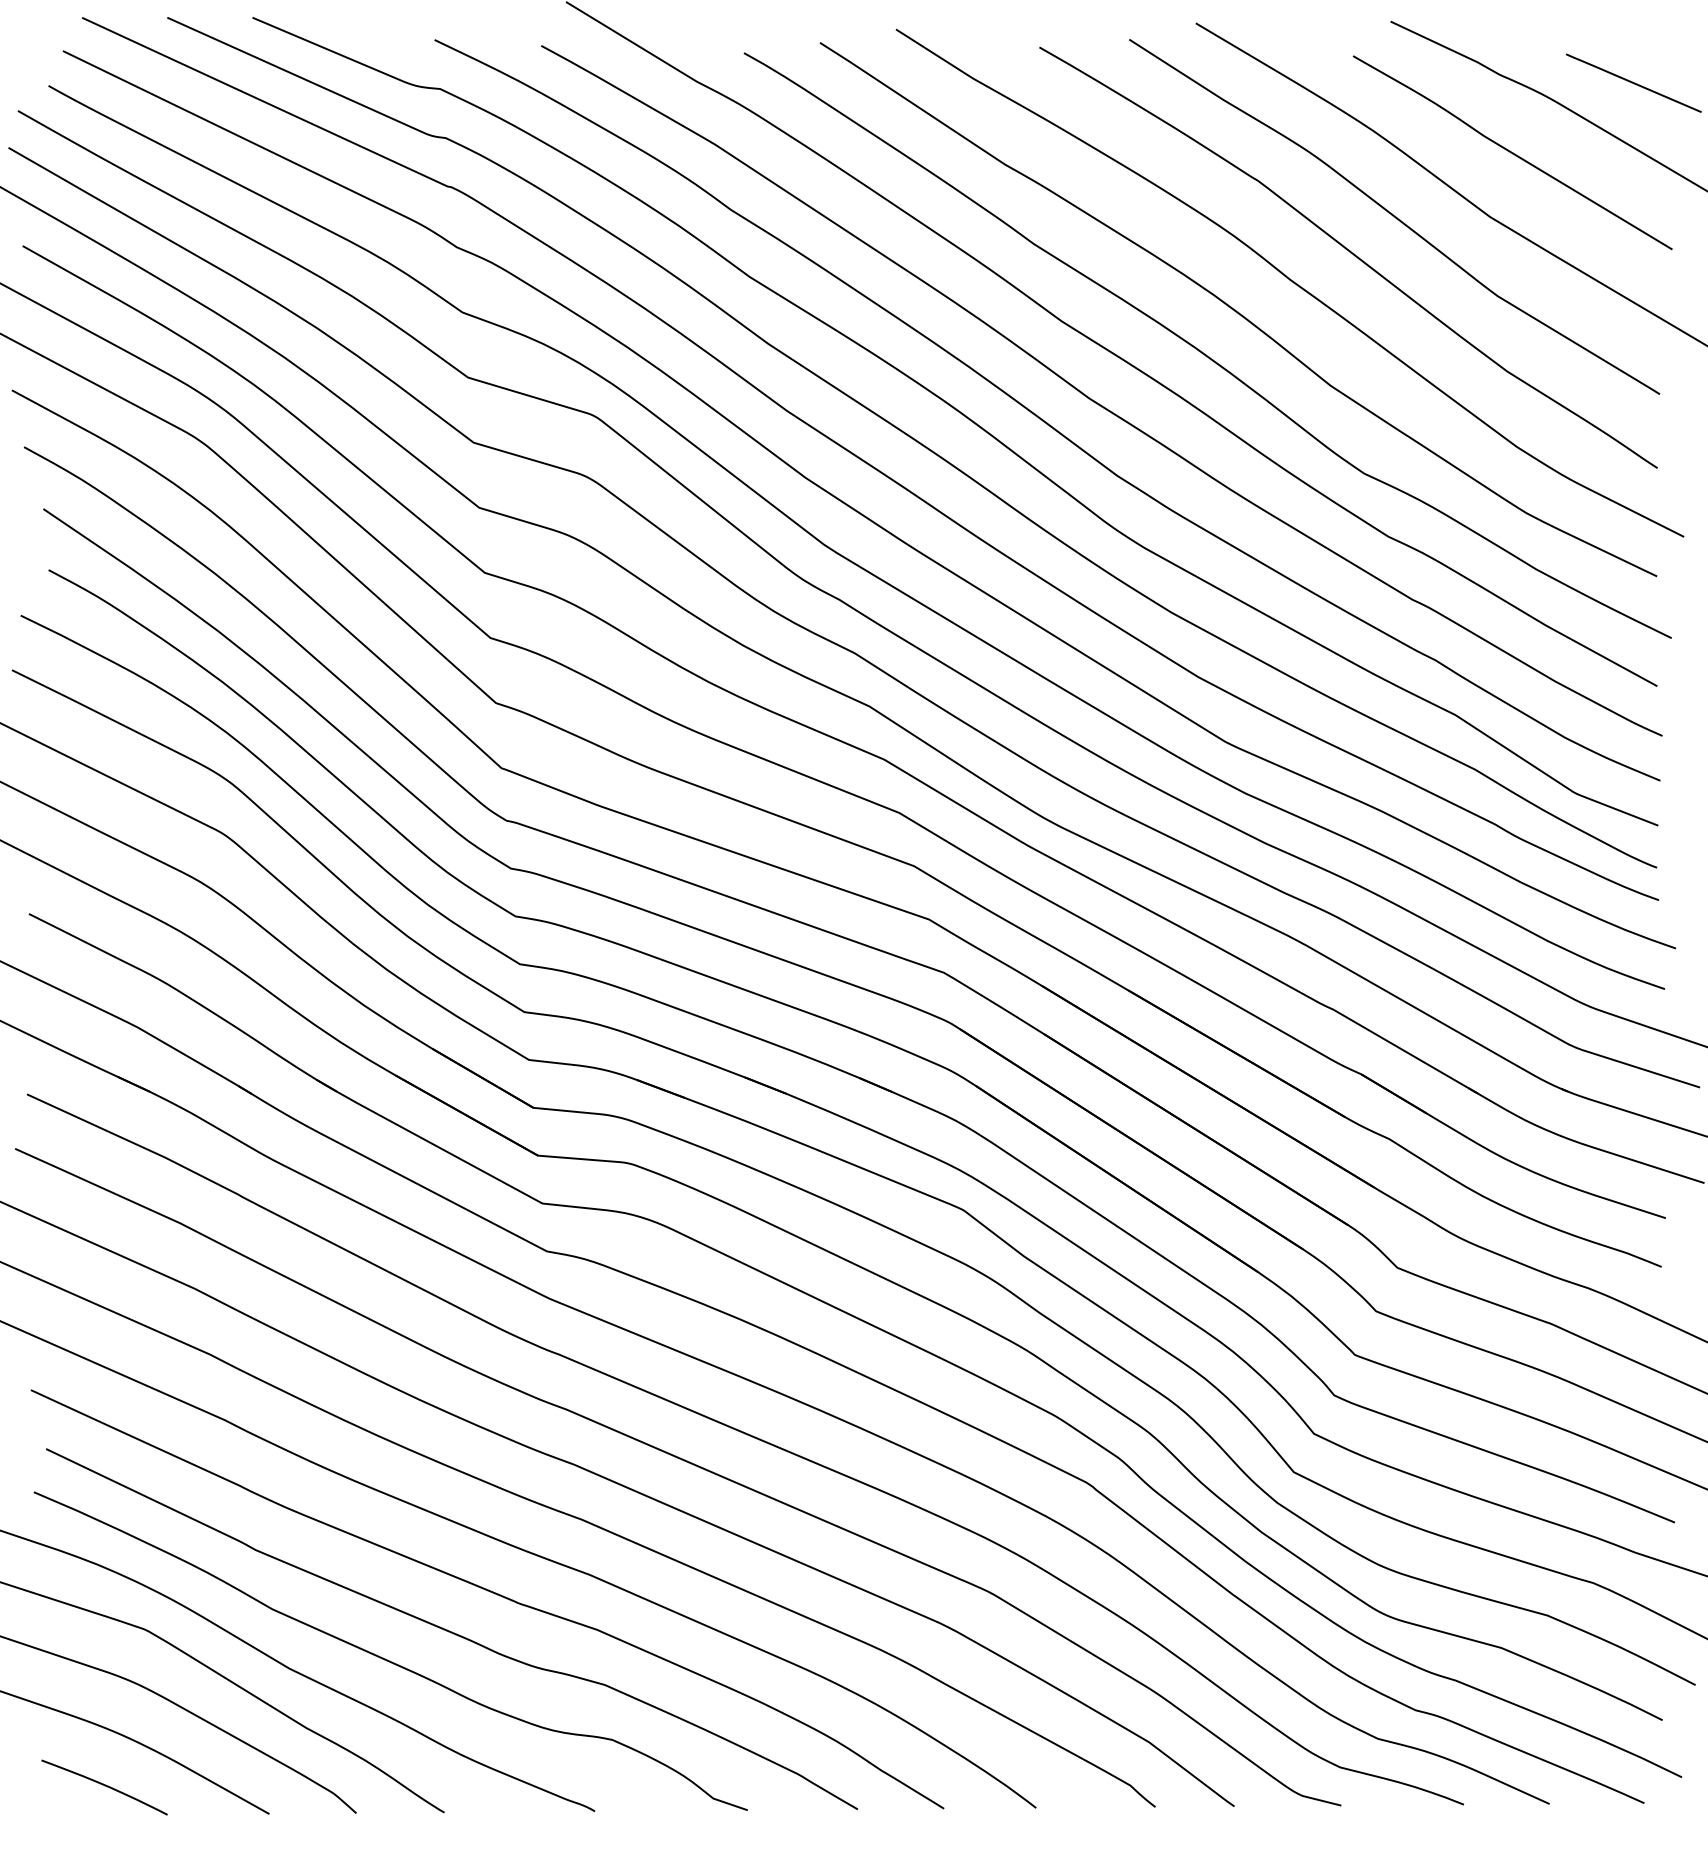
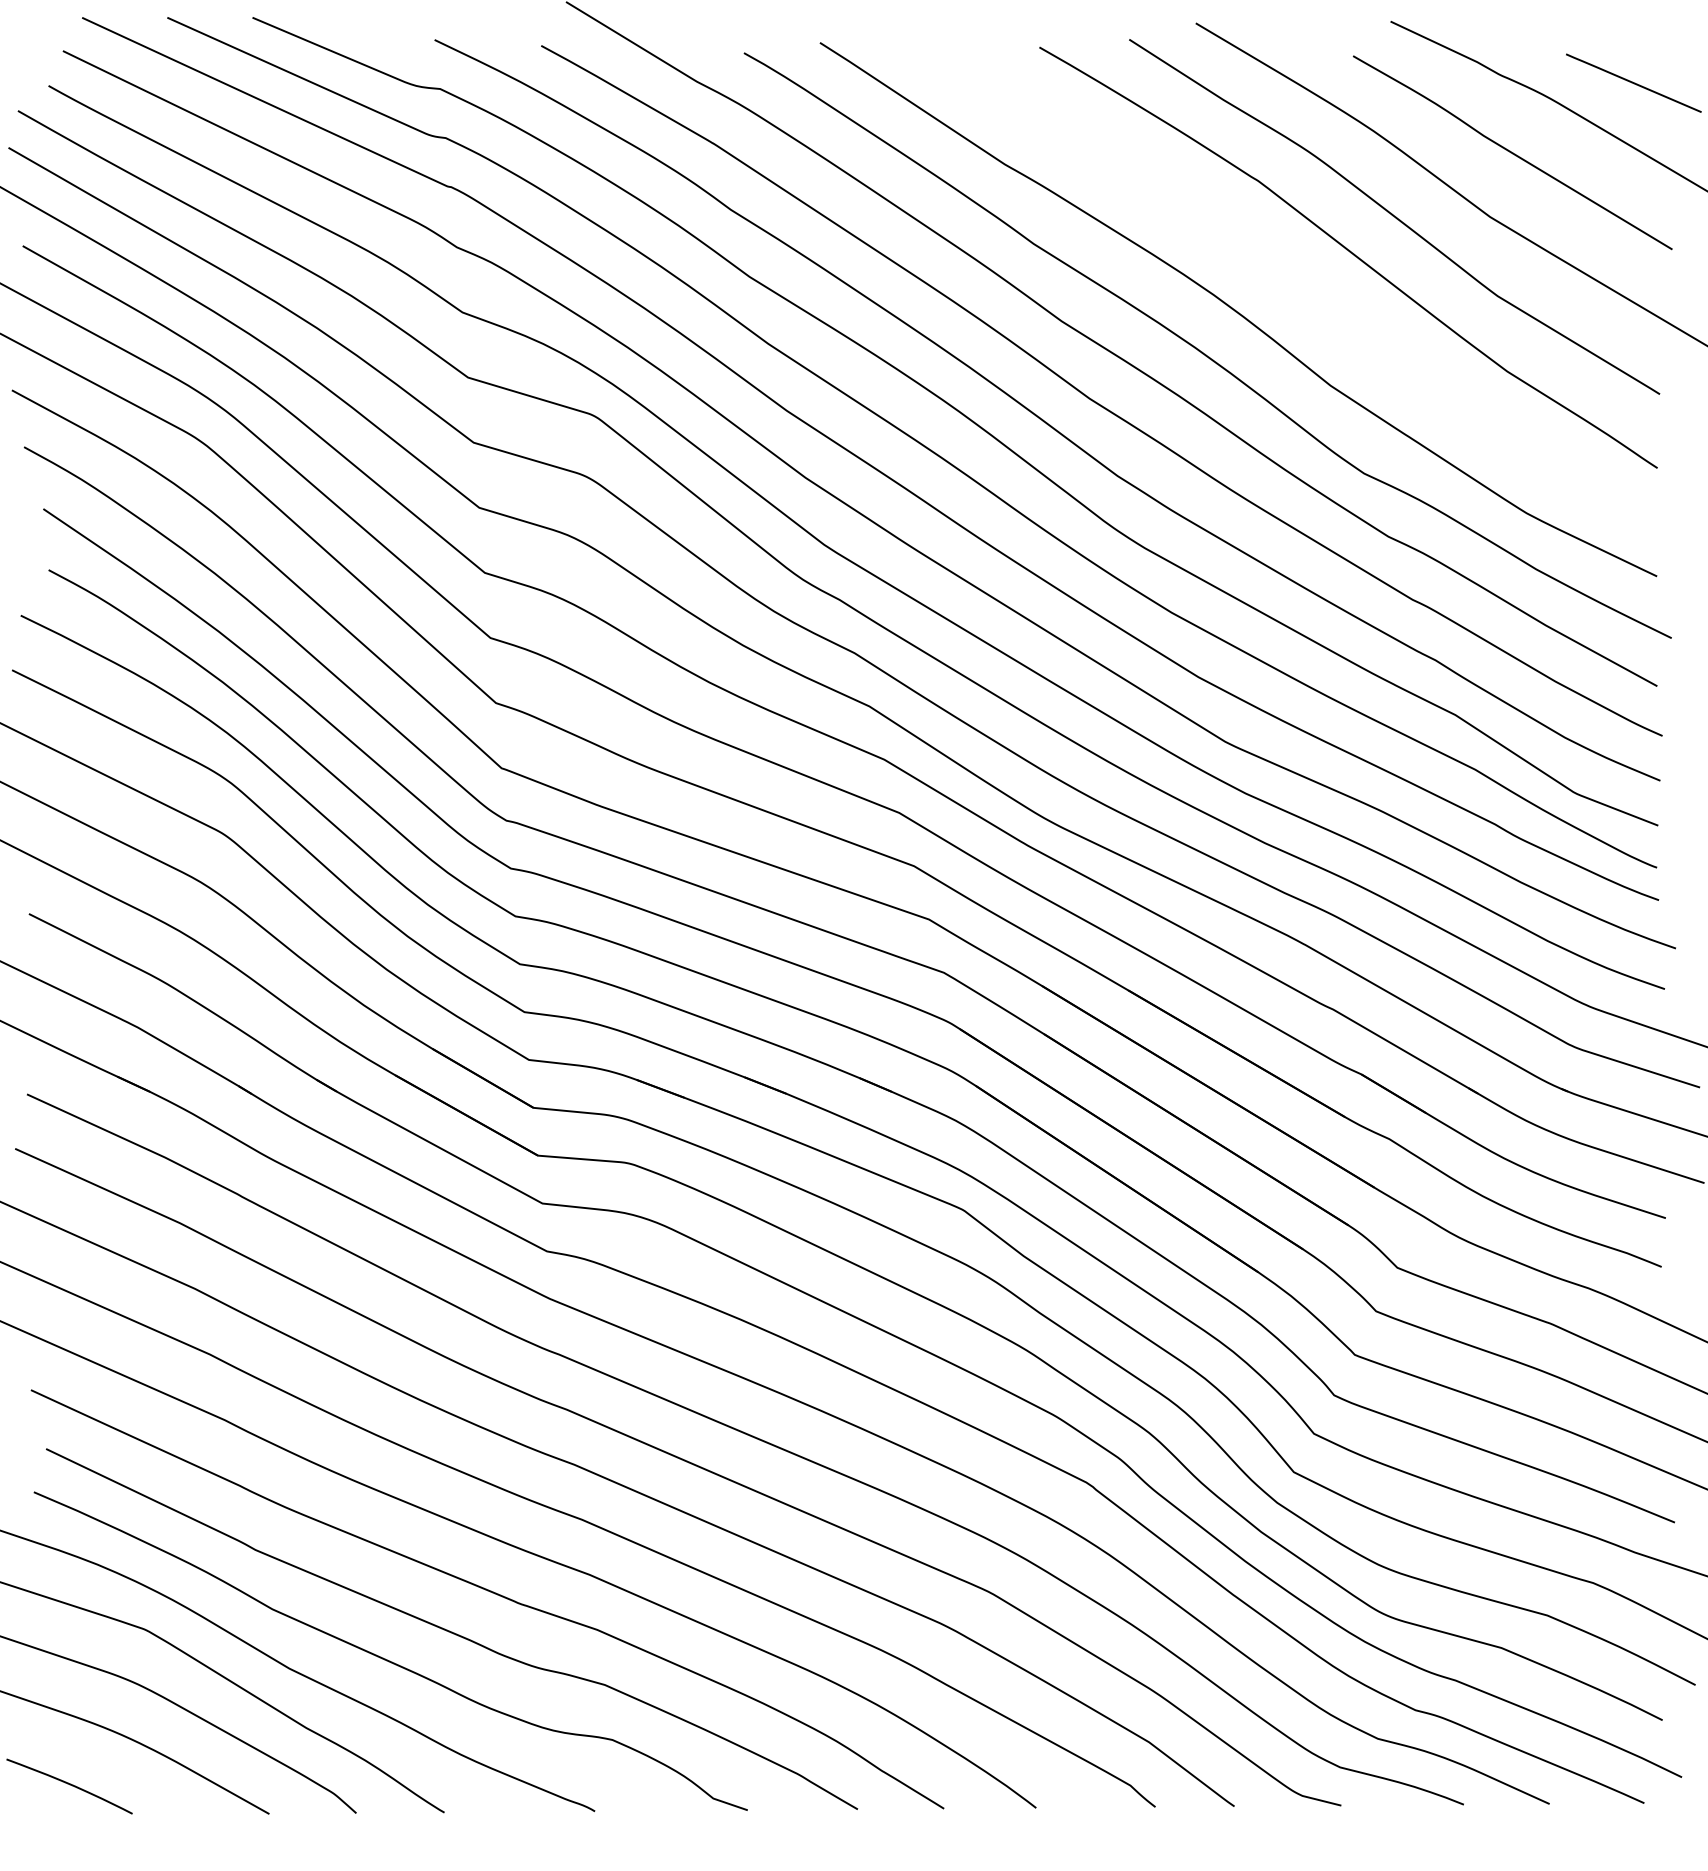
curve at (1290, 281): present -> none
curve at (104, 1786) position: (104, 1786) -> (69, 1785)
